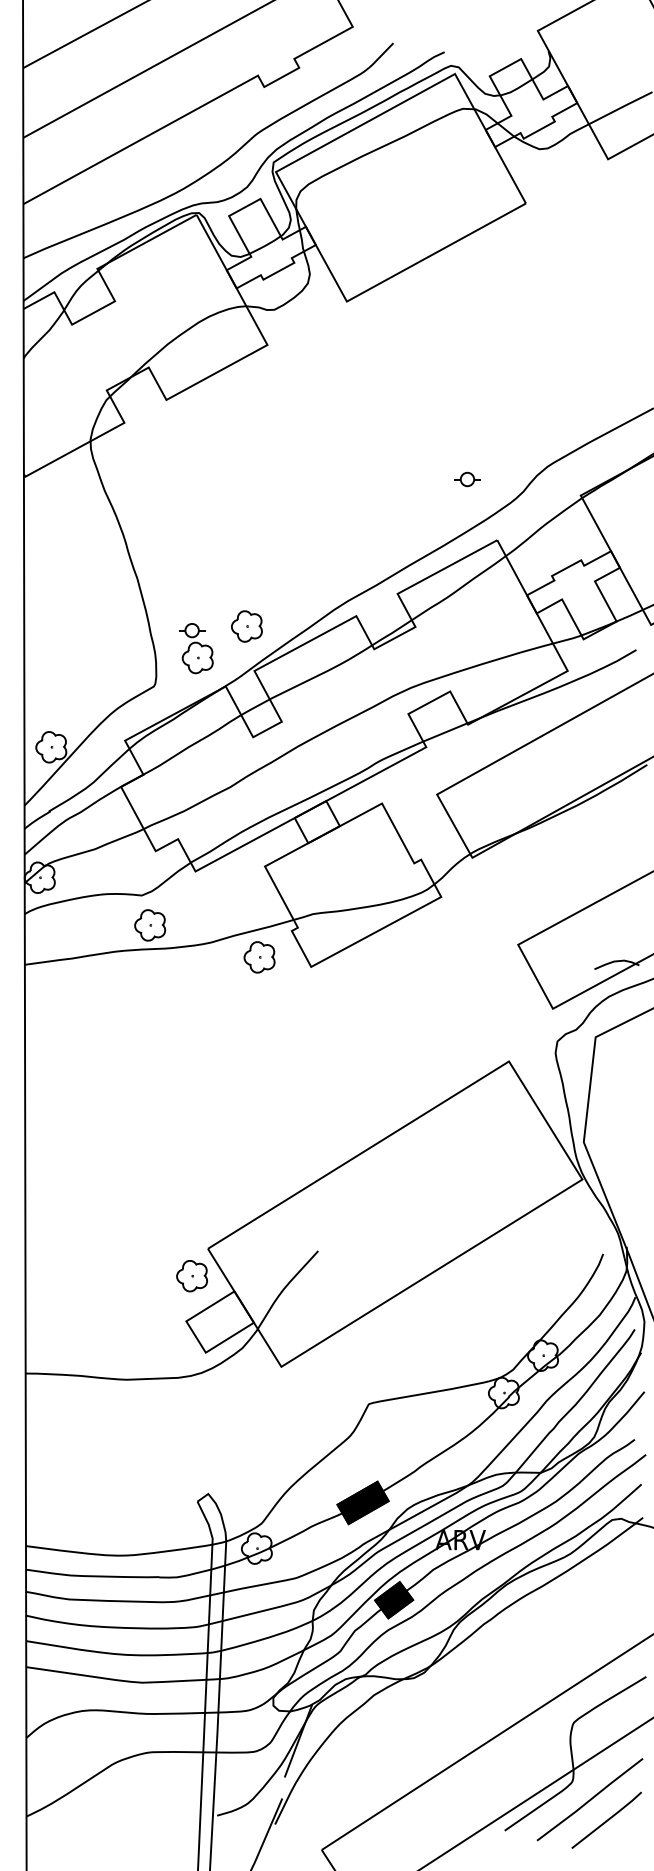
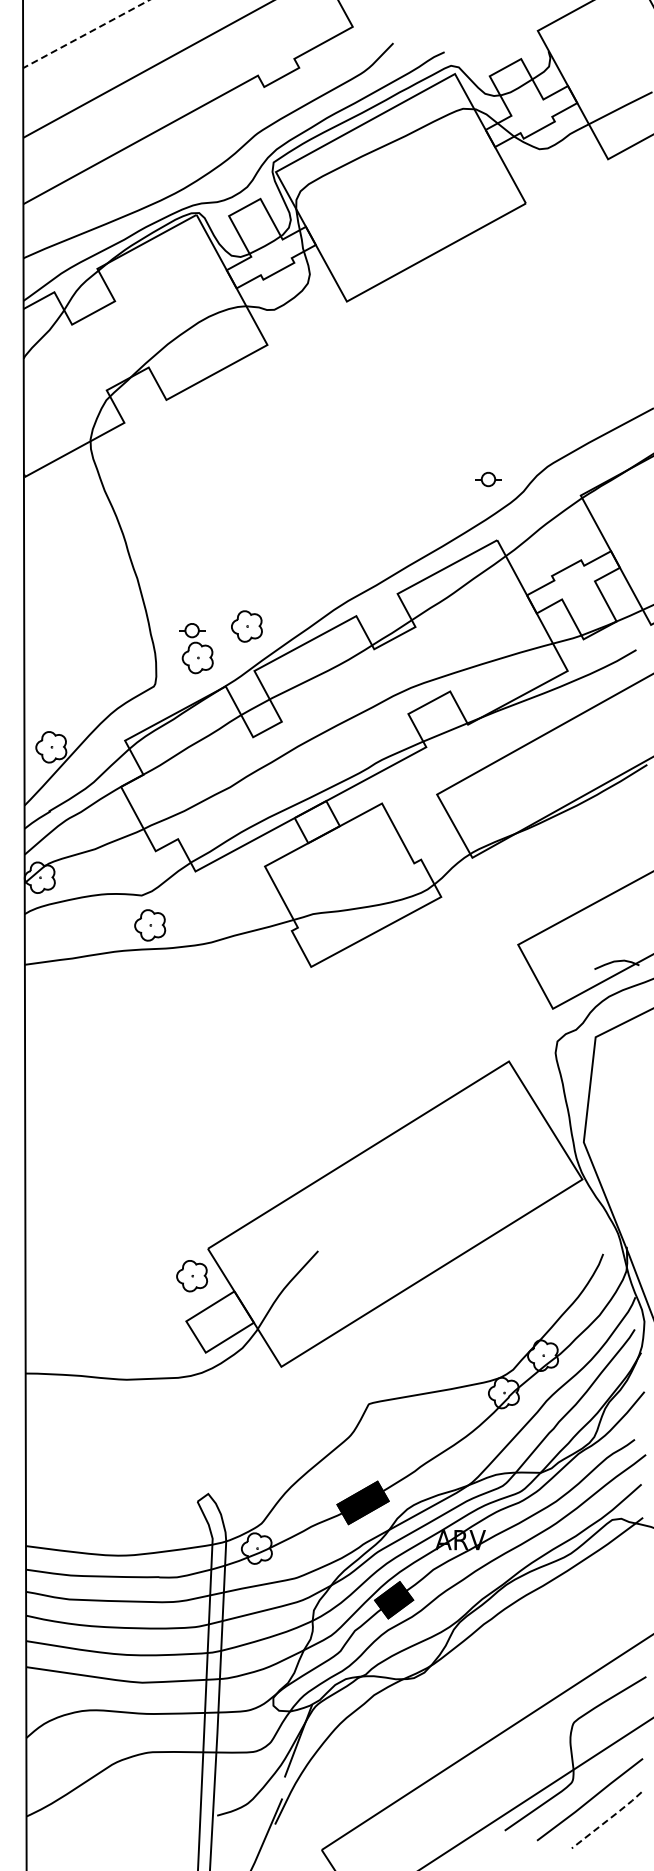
line at (86, 34): solid -> dashed
part at (467, 479) position: (467, 479) -> (488, 479)
part at (259, 957): present -> none
line at (607, 1820): solid -> dashed
